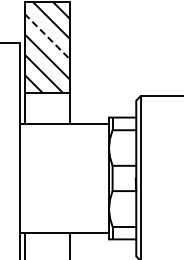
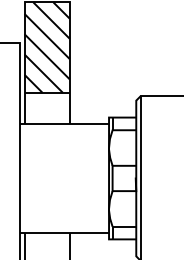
line at (47, 36): dashed -> solid
